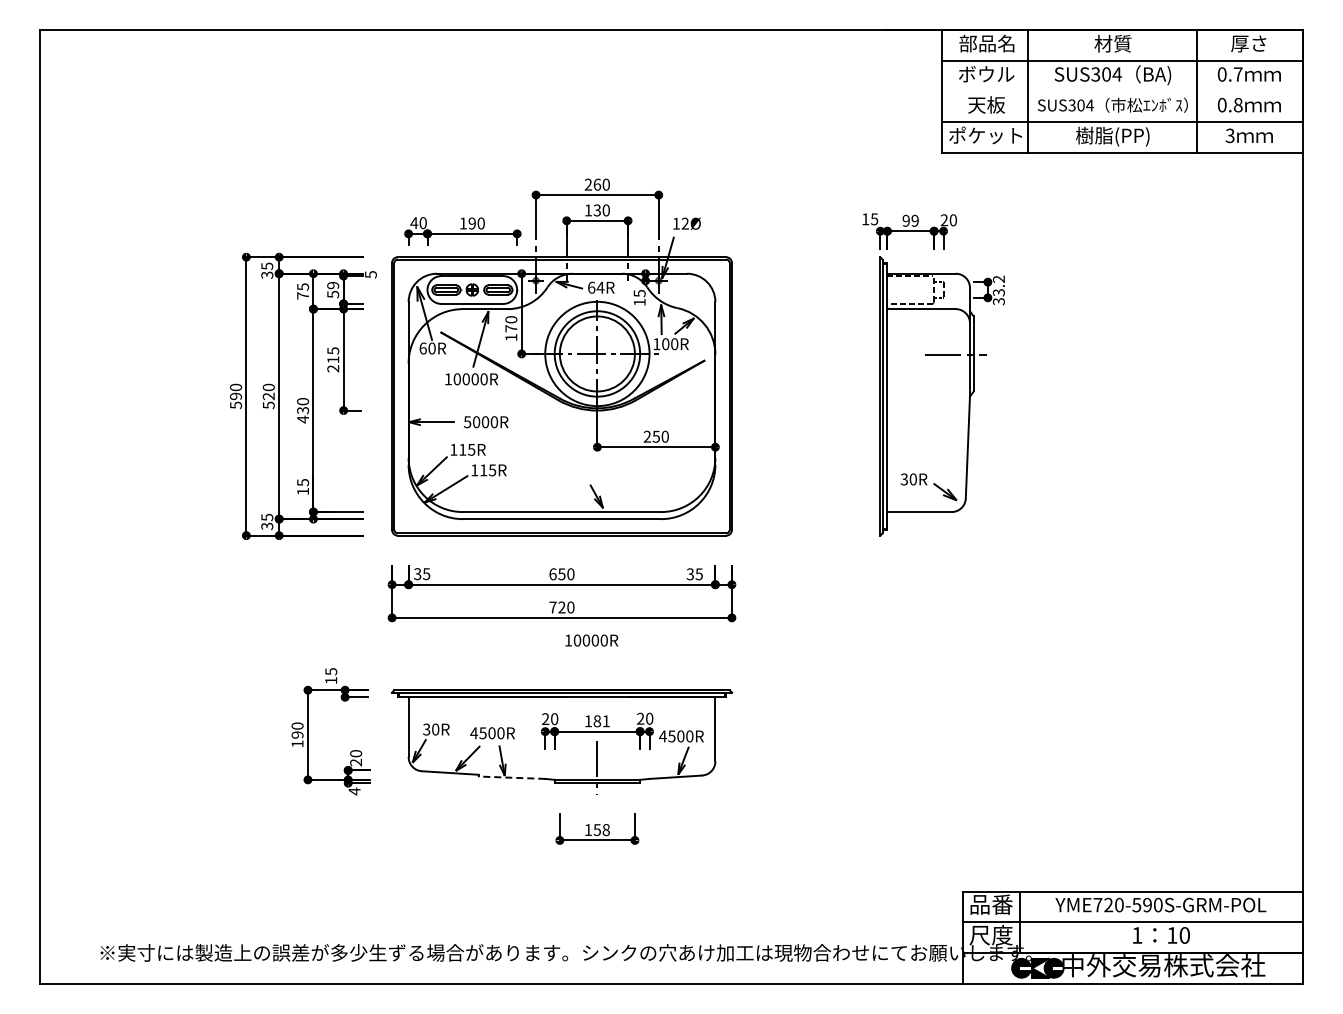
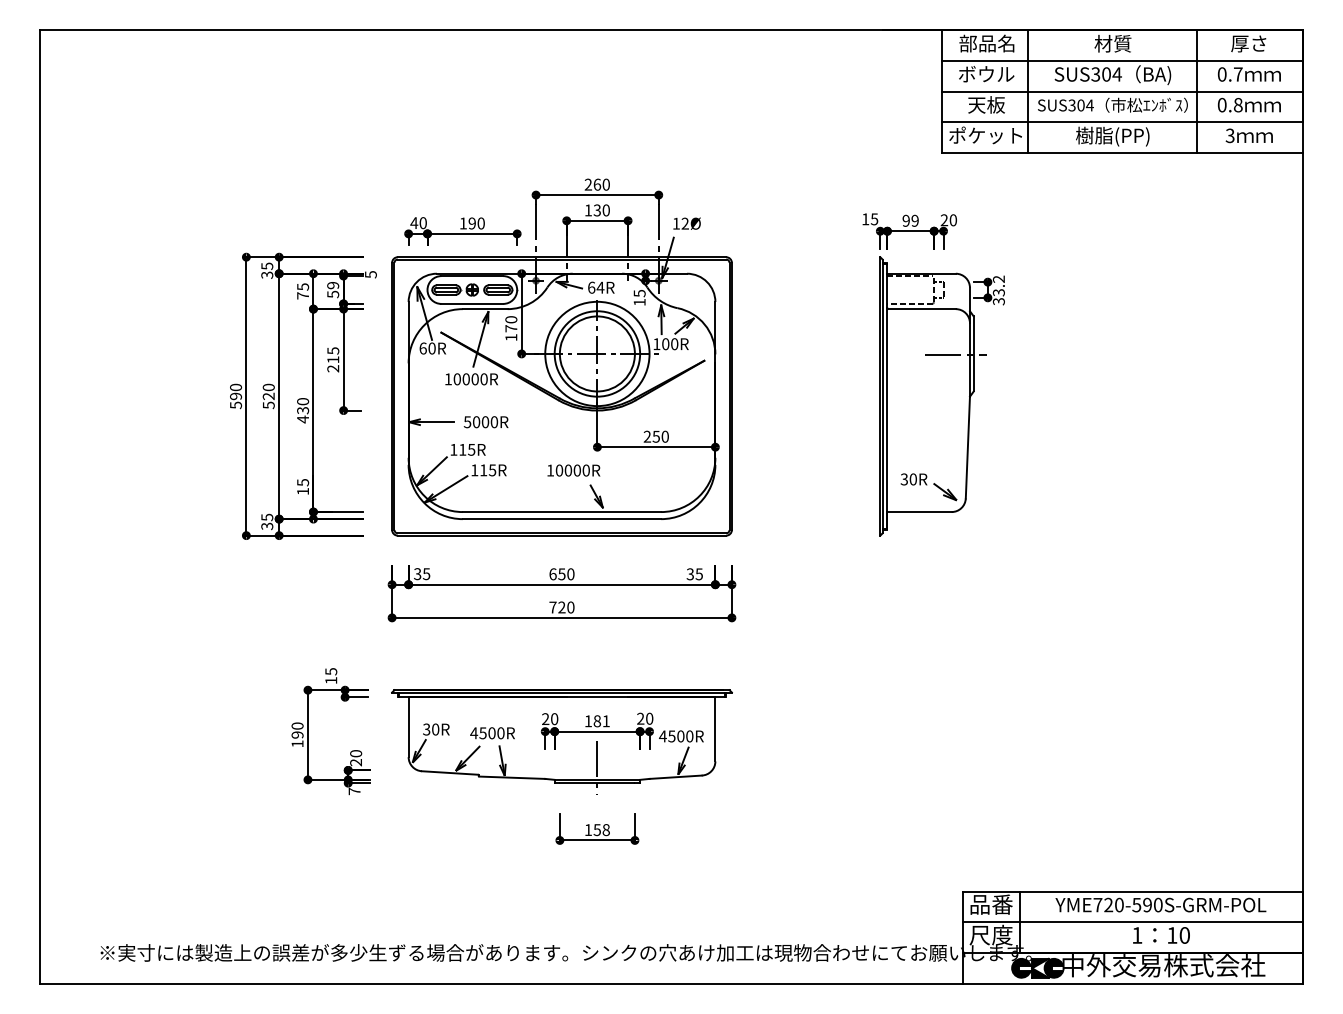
line at (1121, 91): none -> present
text at (591, 640) position: (591, 640) -> (573, 470)
line at (512, 777): dashed -> solid
text at (354, 791): 4 -> 7
